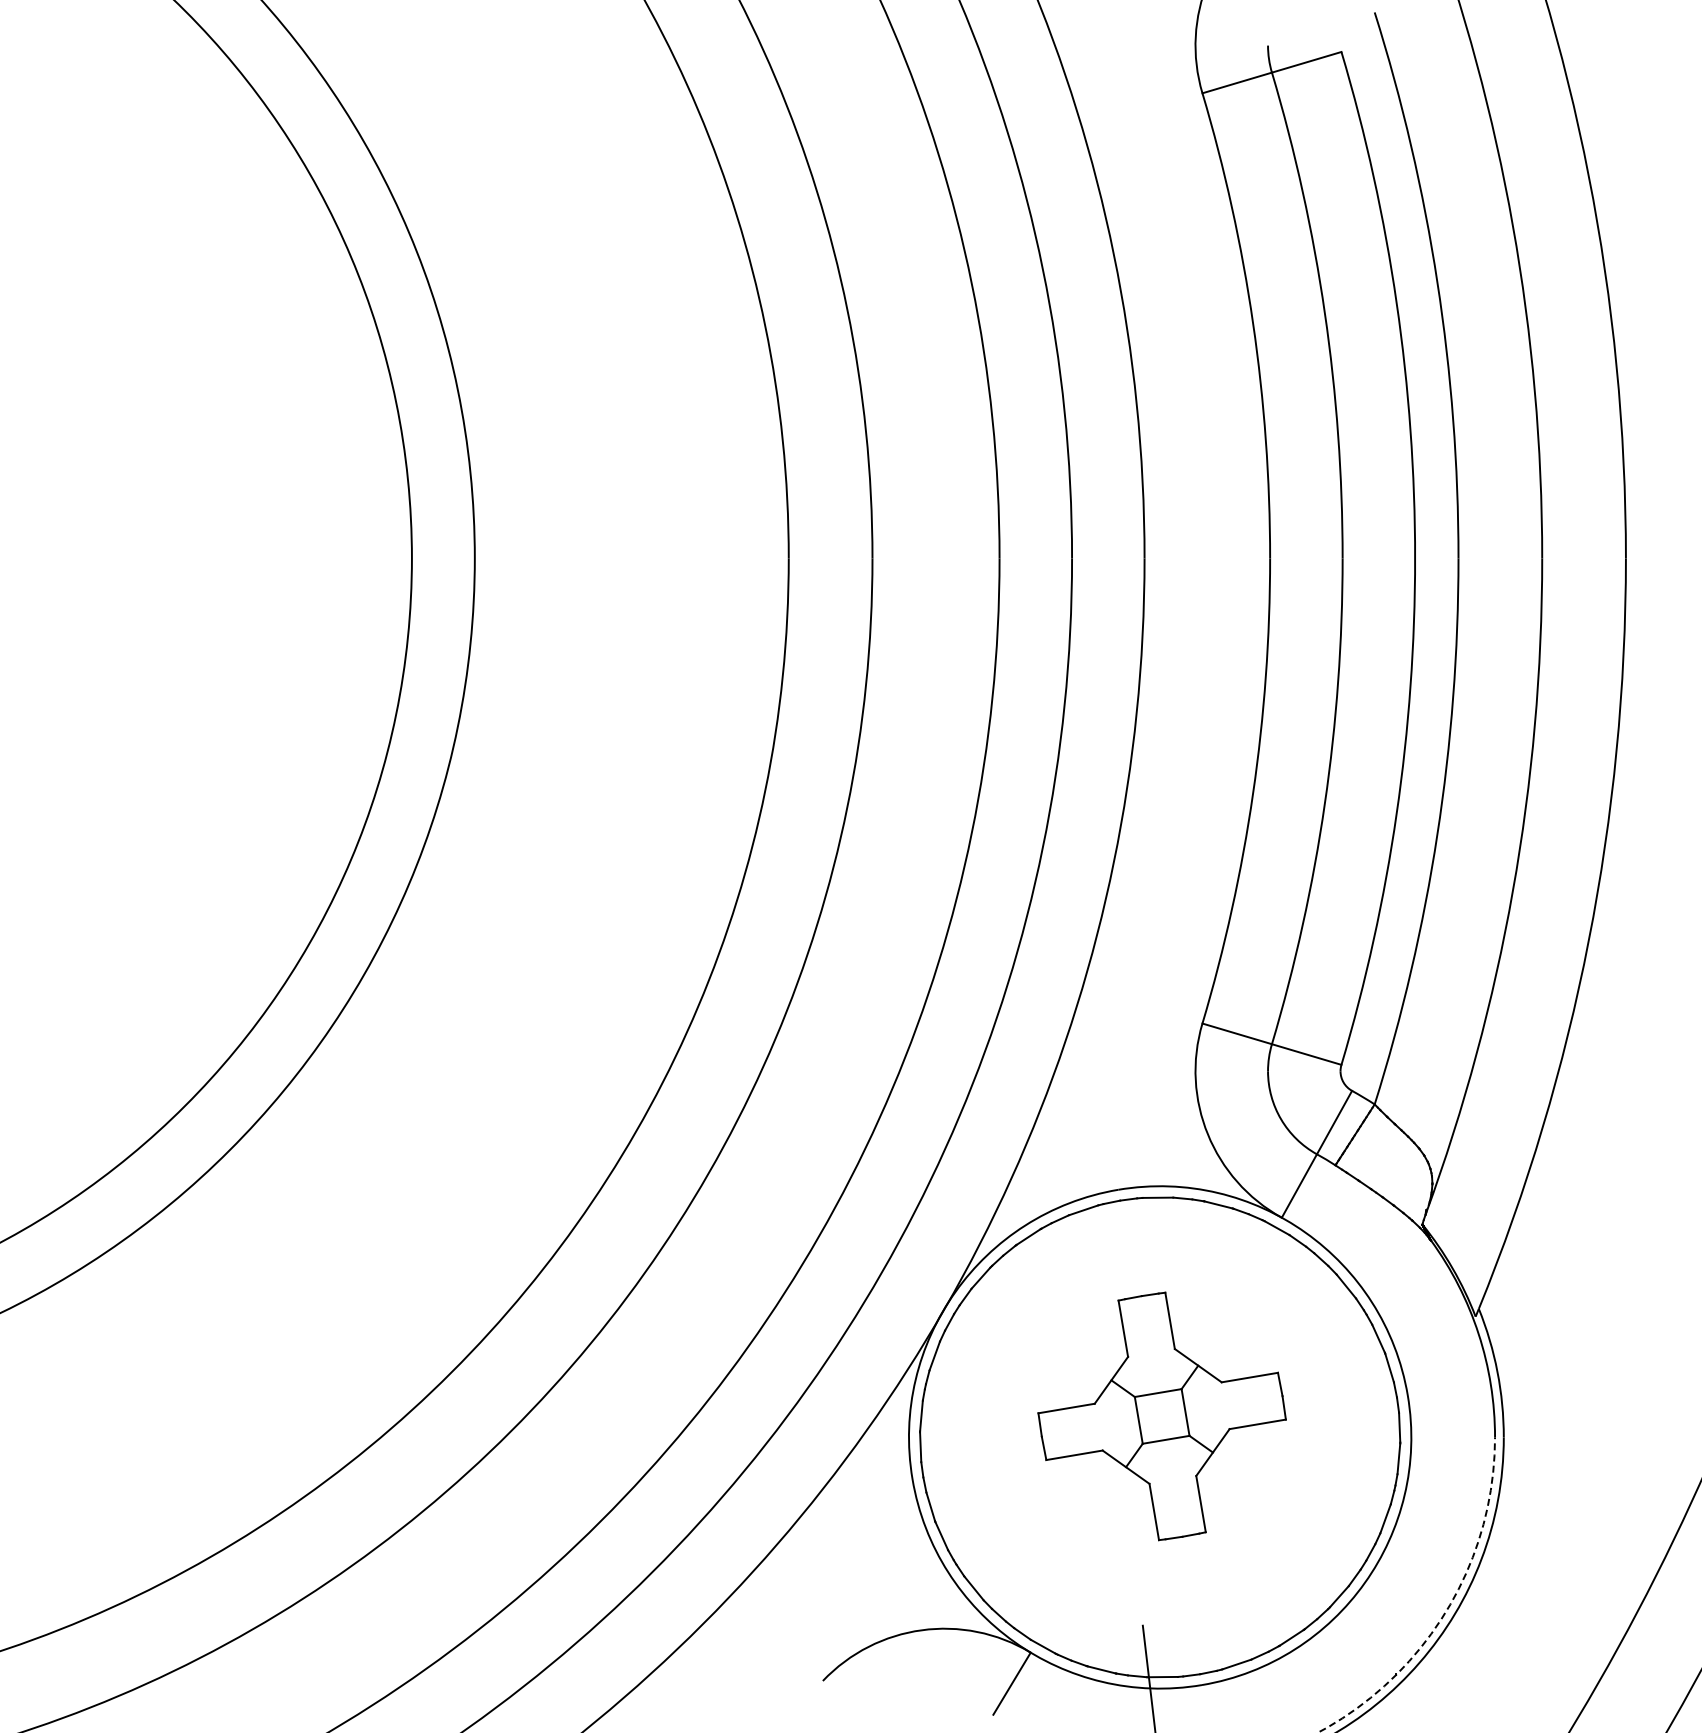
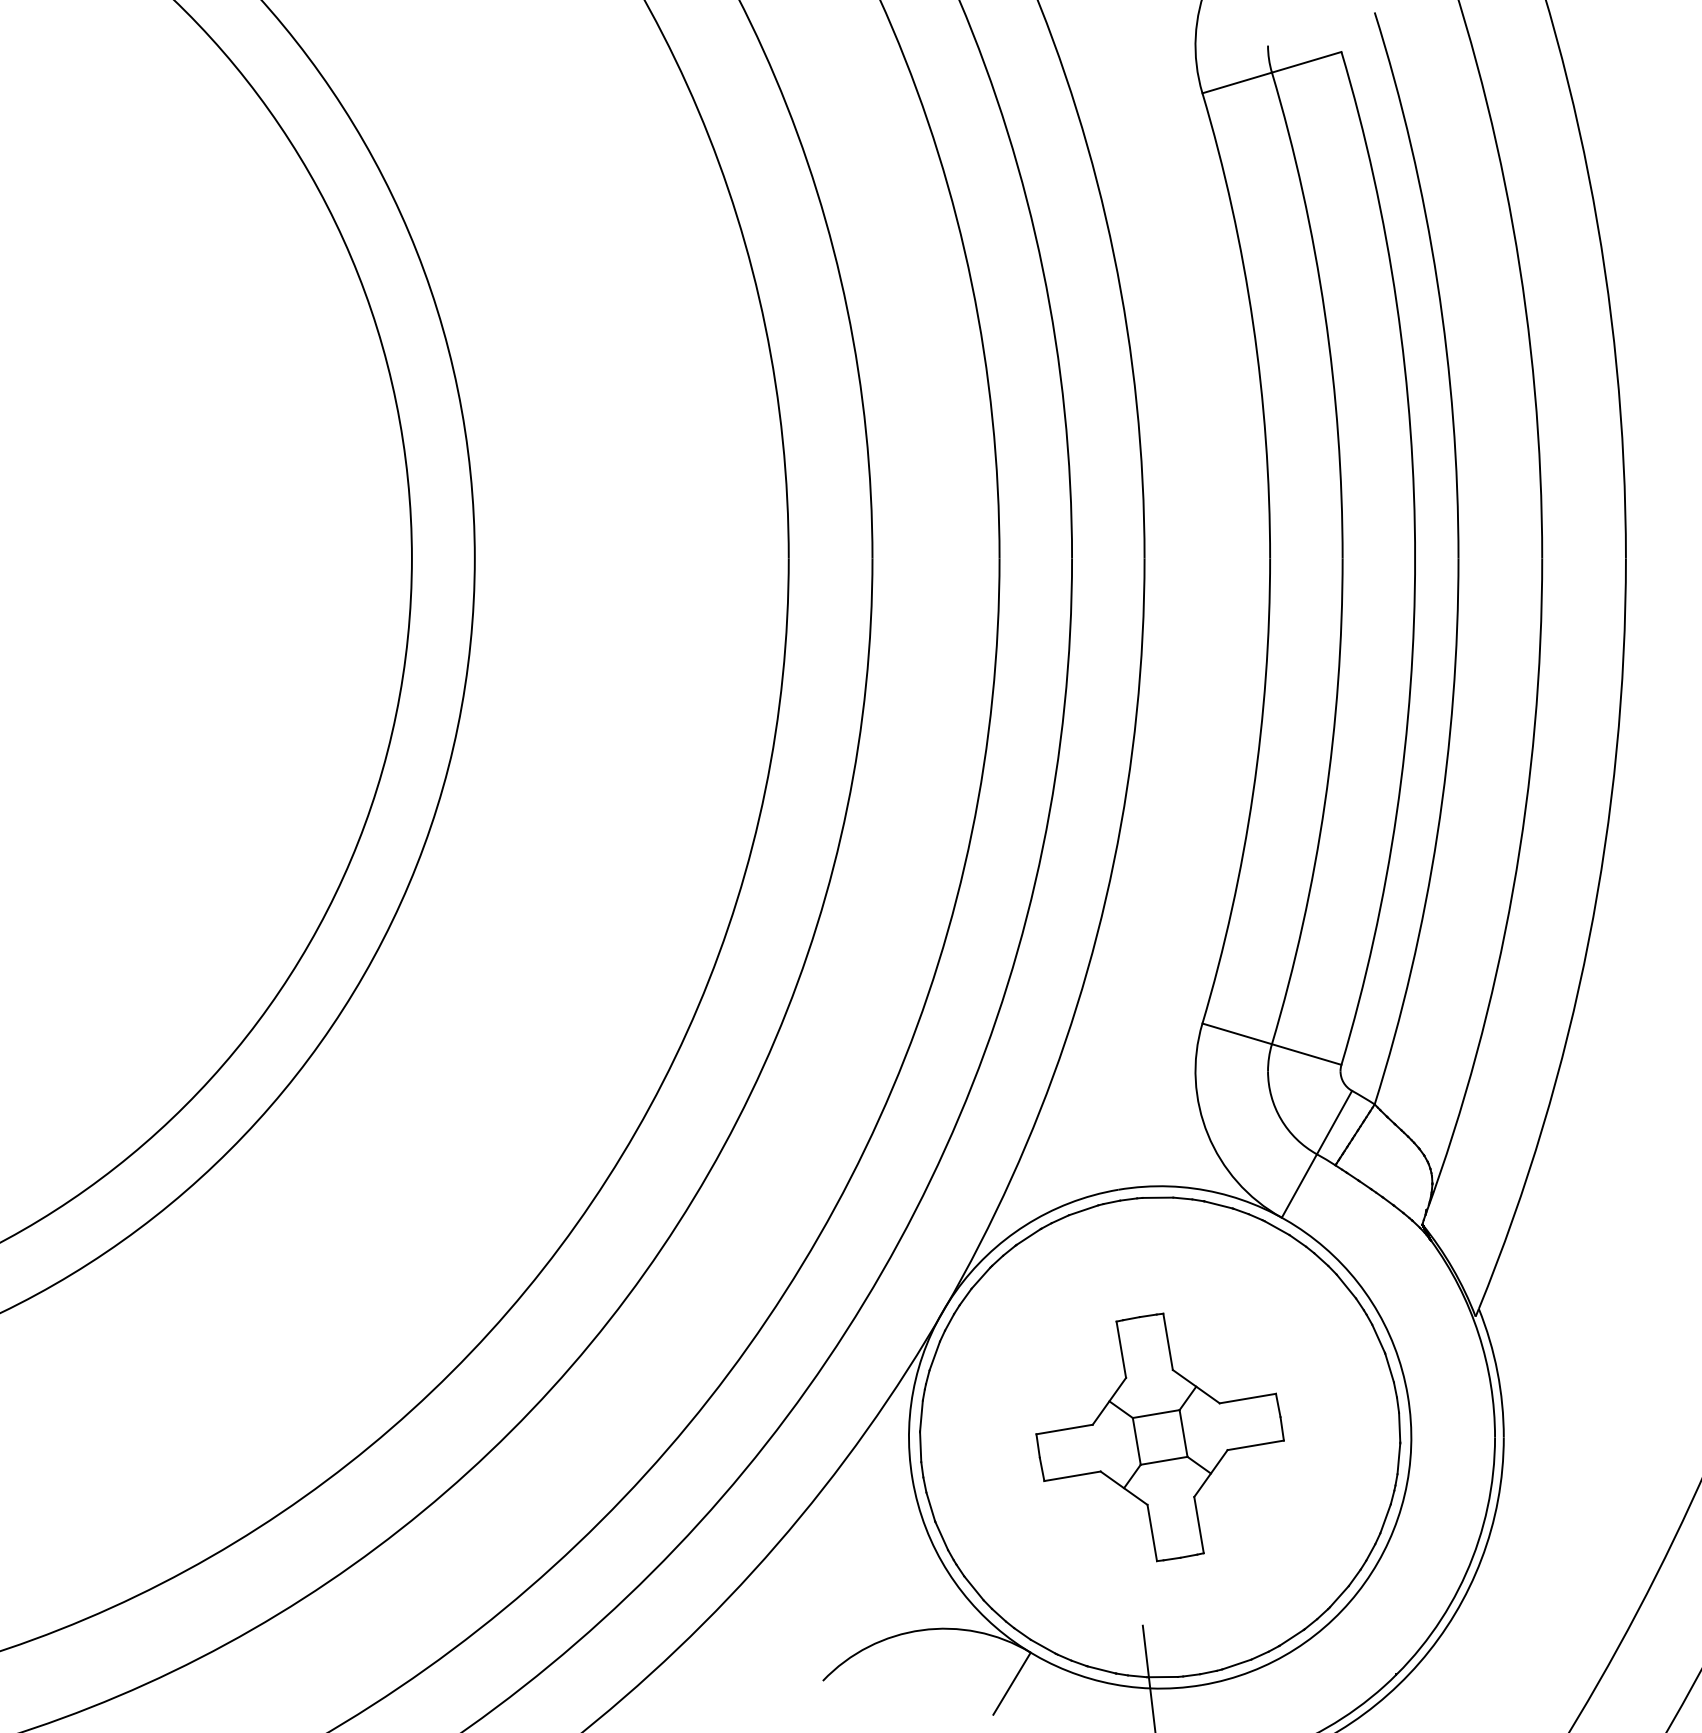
part at (1161, 1416) position: (1161, 1416) -> (1159, 1437)
arc at (1447, 1608): dashed -> solid
